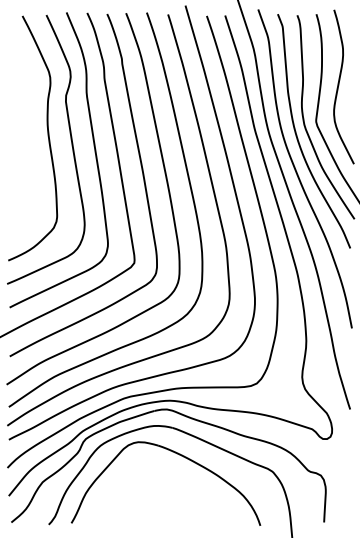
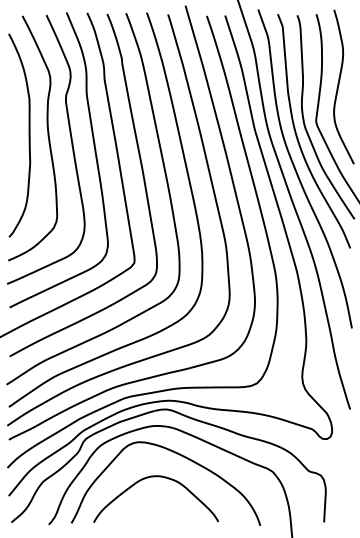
curve at (28, 135): none -> present
curve at (155, 477): none -> present
